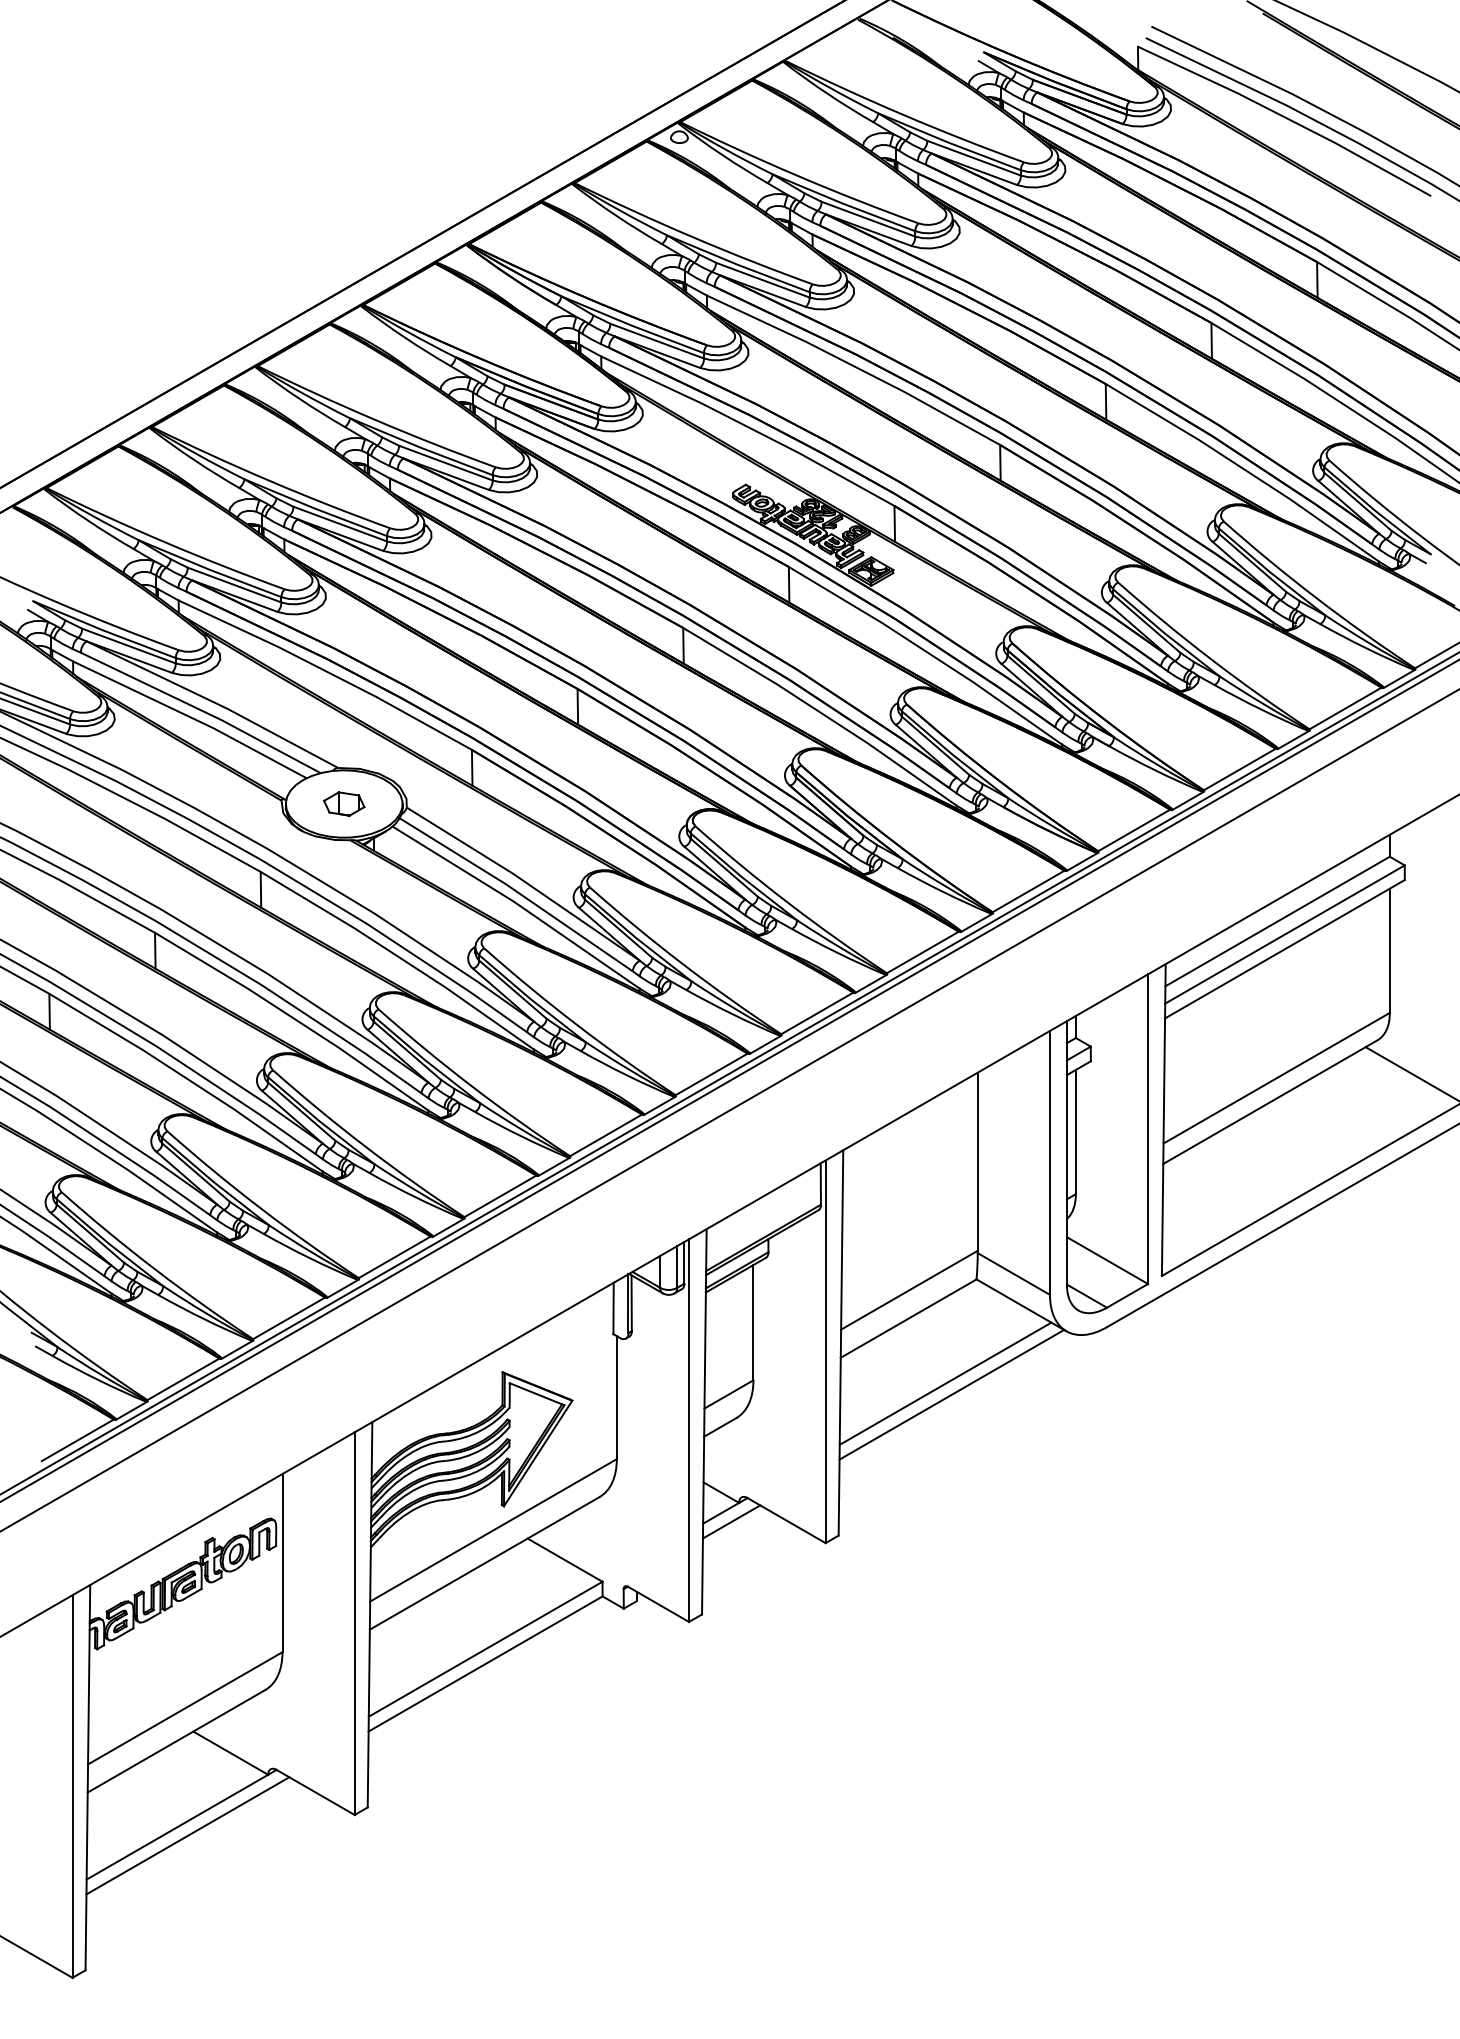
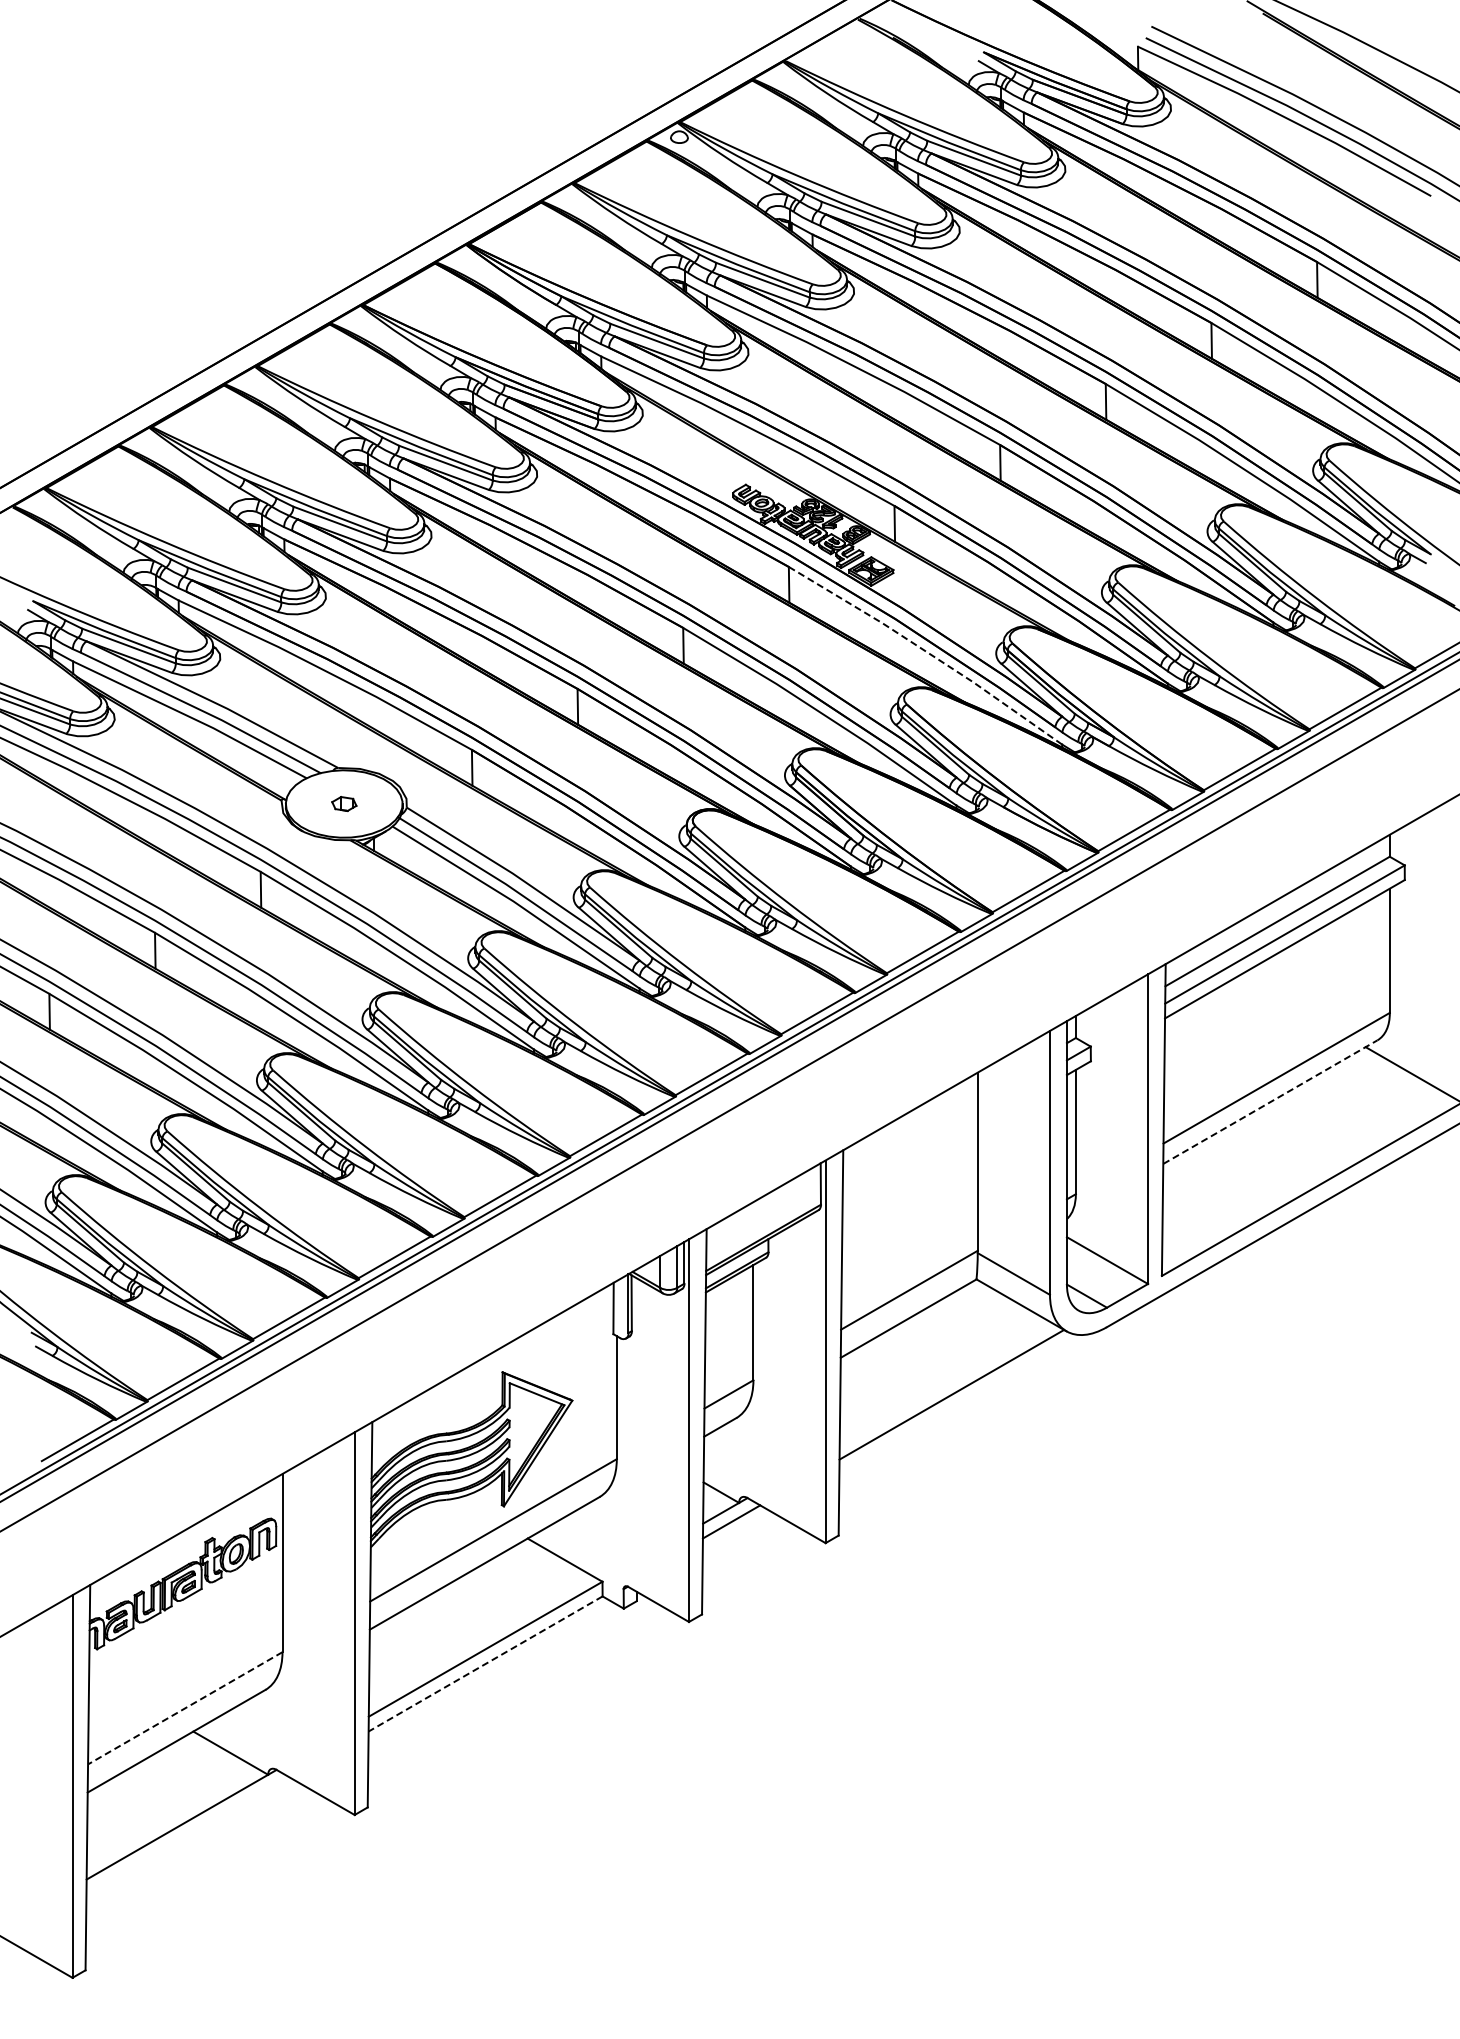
line at (928, 652): solid -> dashed
part at (344, 803) size: 43x26 px -> 27x16 px
line at (1270, 1102): solid -> dashed
line at (945, 1383): present -> none
line at (485, 1664): solid -> dashed
line at (184, 1708): solid -> dashed
line at (187, 1835): present -> none
